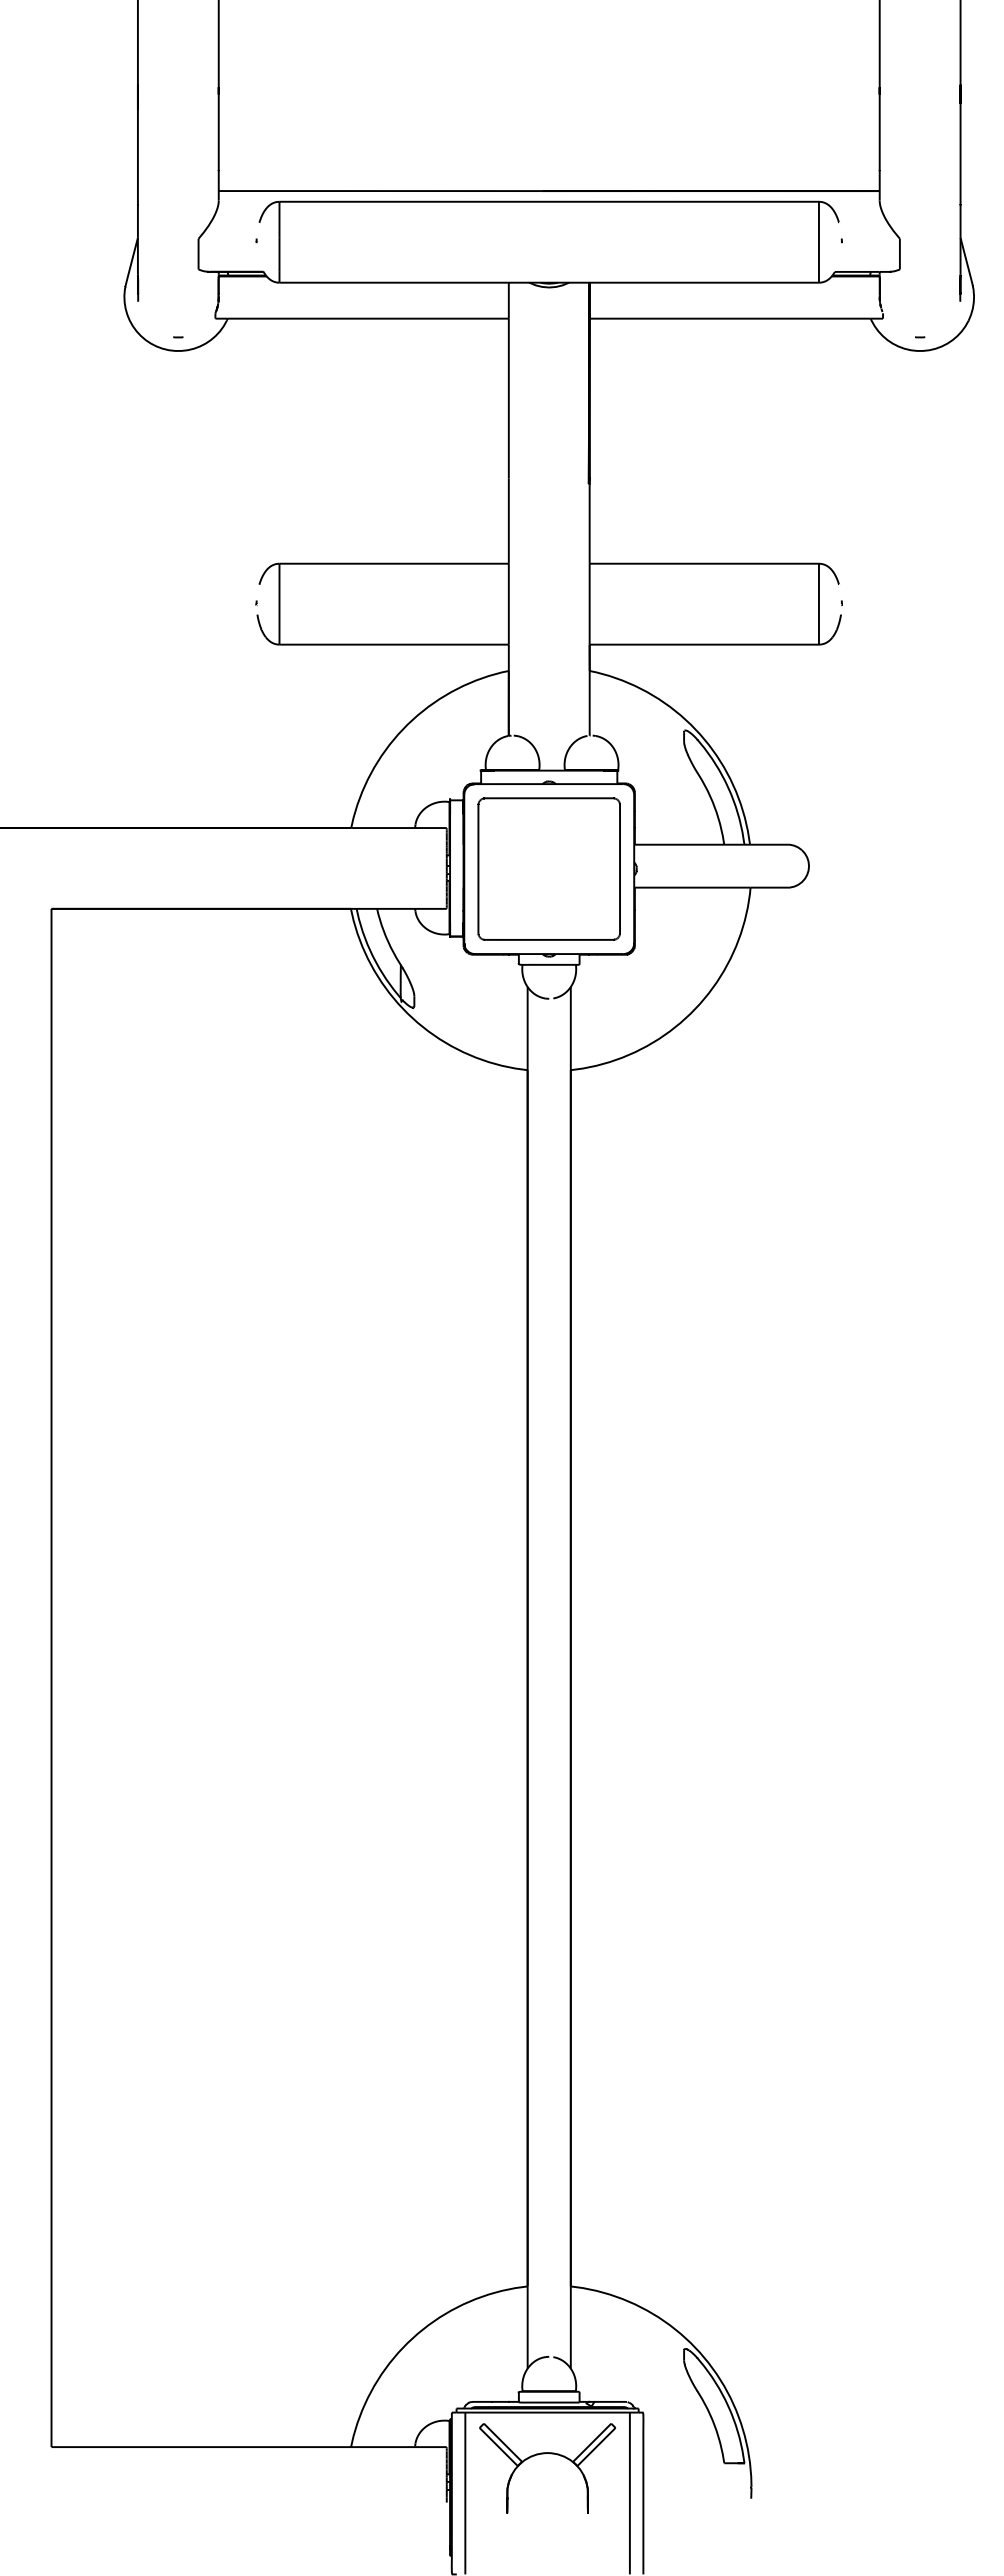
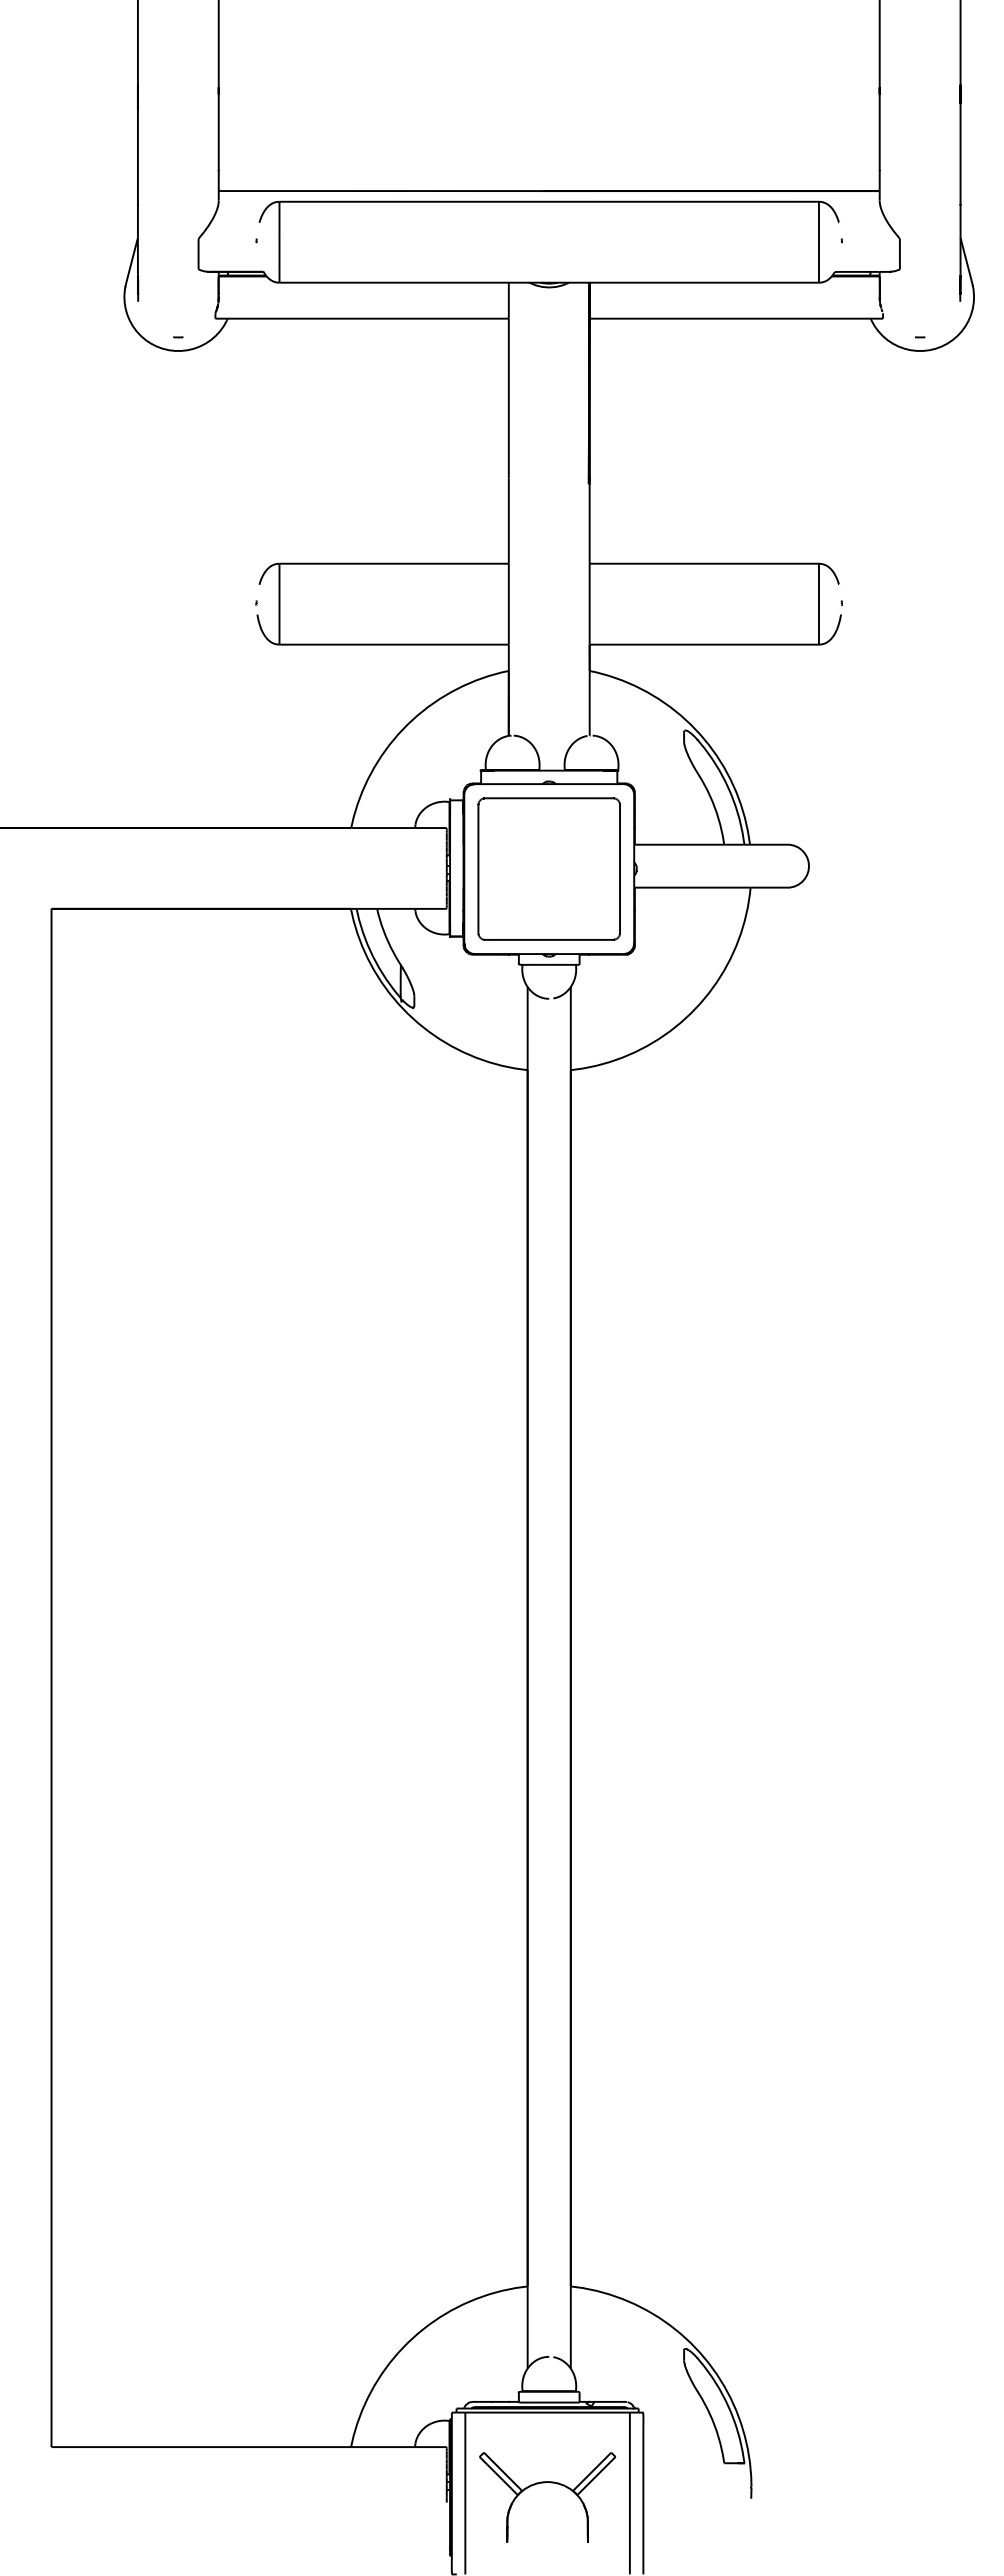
part at (544, 2454) position: (544, 2454) -> (544, 2483)
